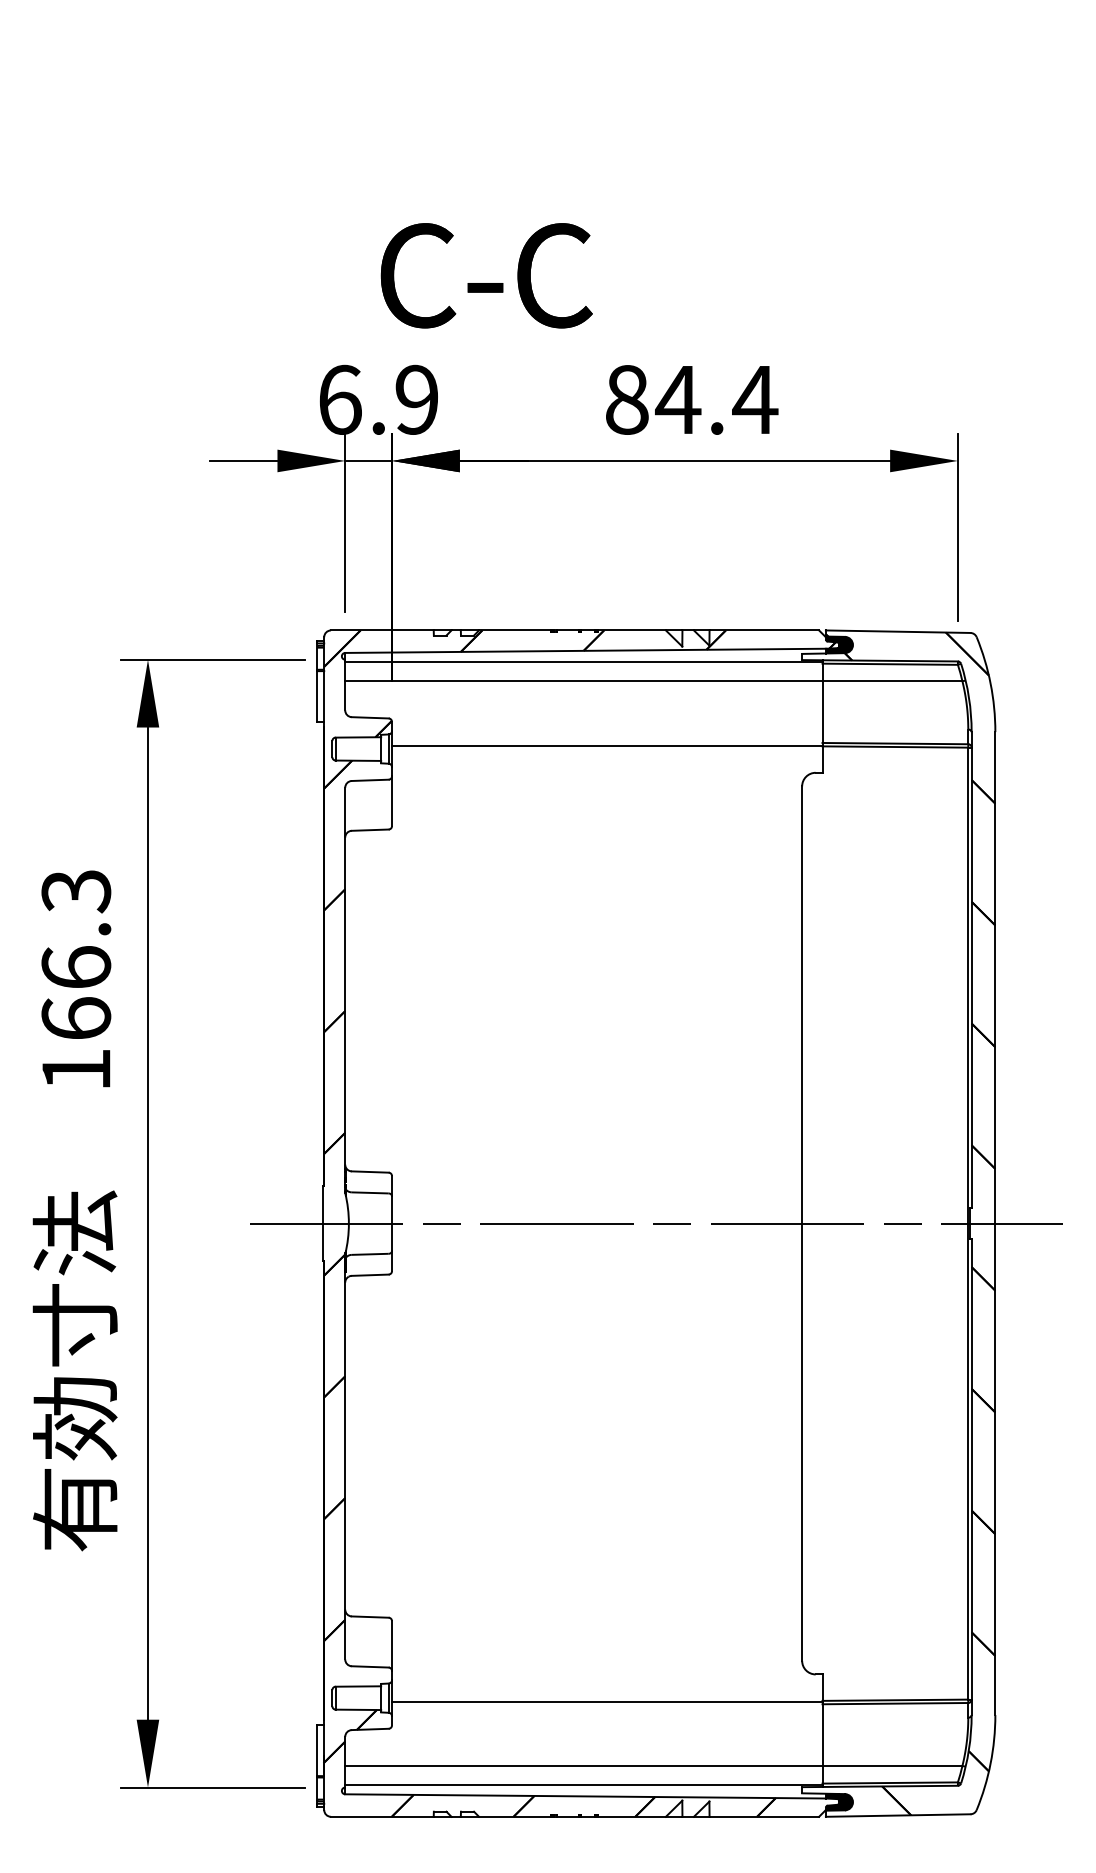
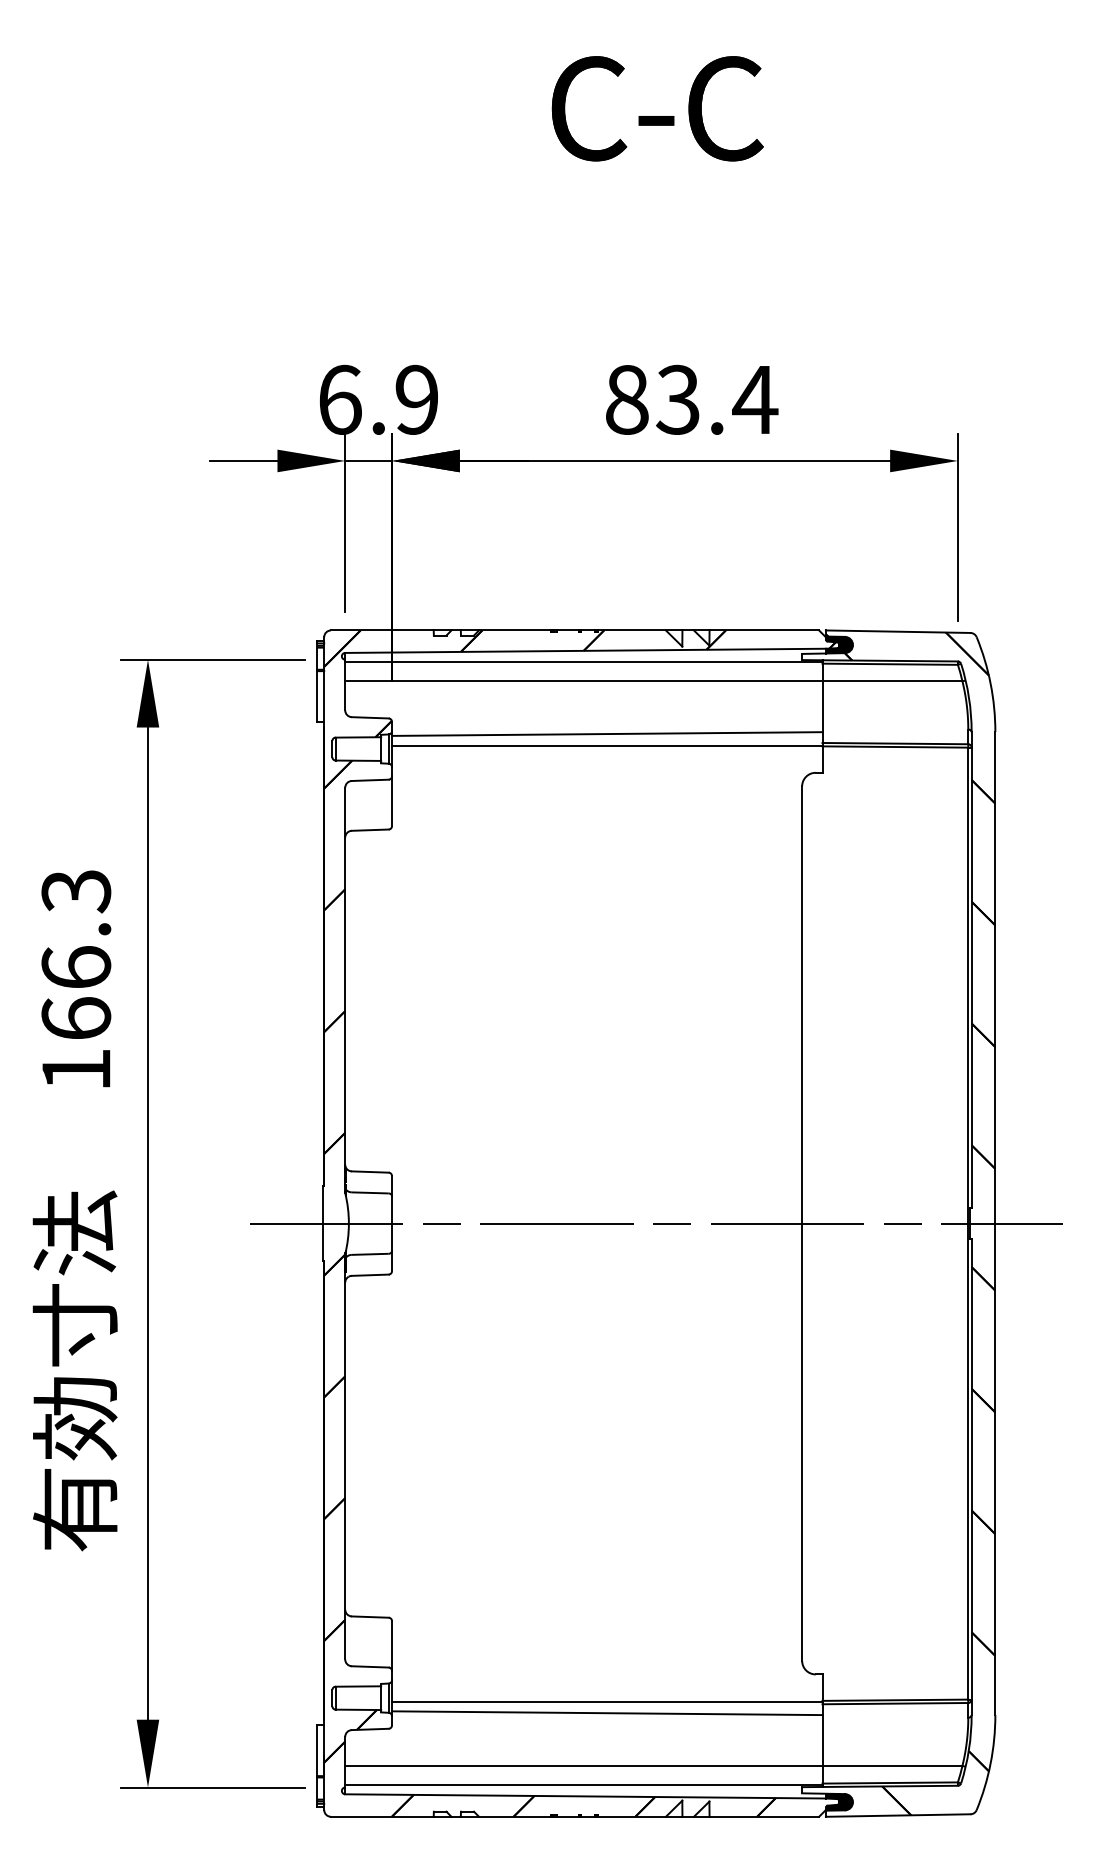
text at (486, 275) position: (486, 275) -> (657, 108)
text at (678, 399): 84.4 -> 83.4
line at (607, 733): none -> present
line at (607, 1713): none -> present
